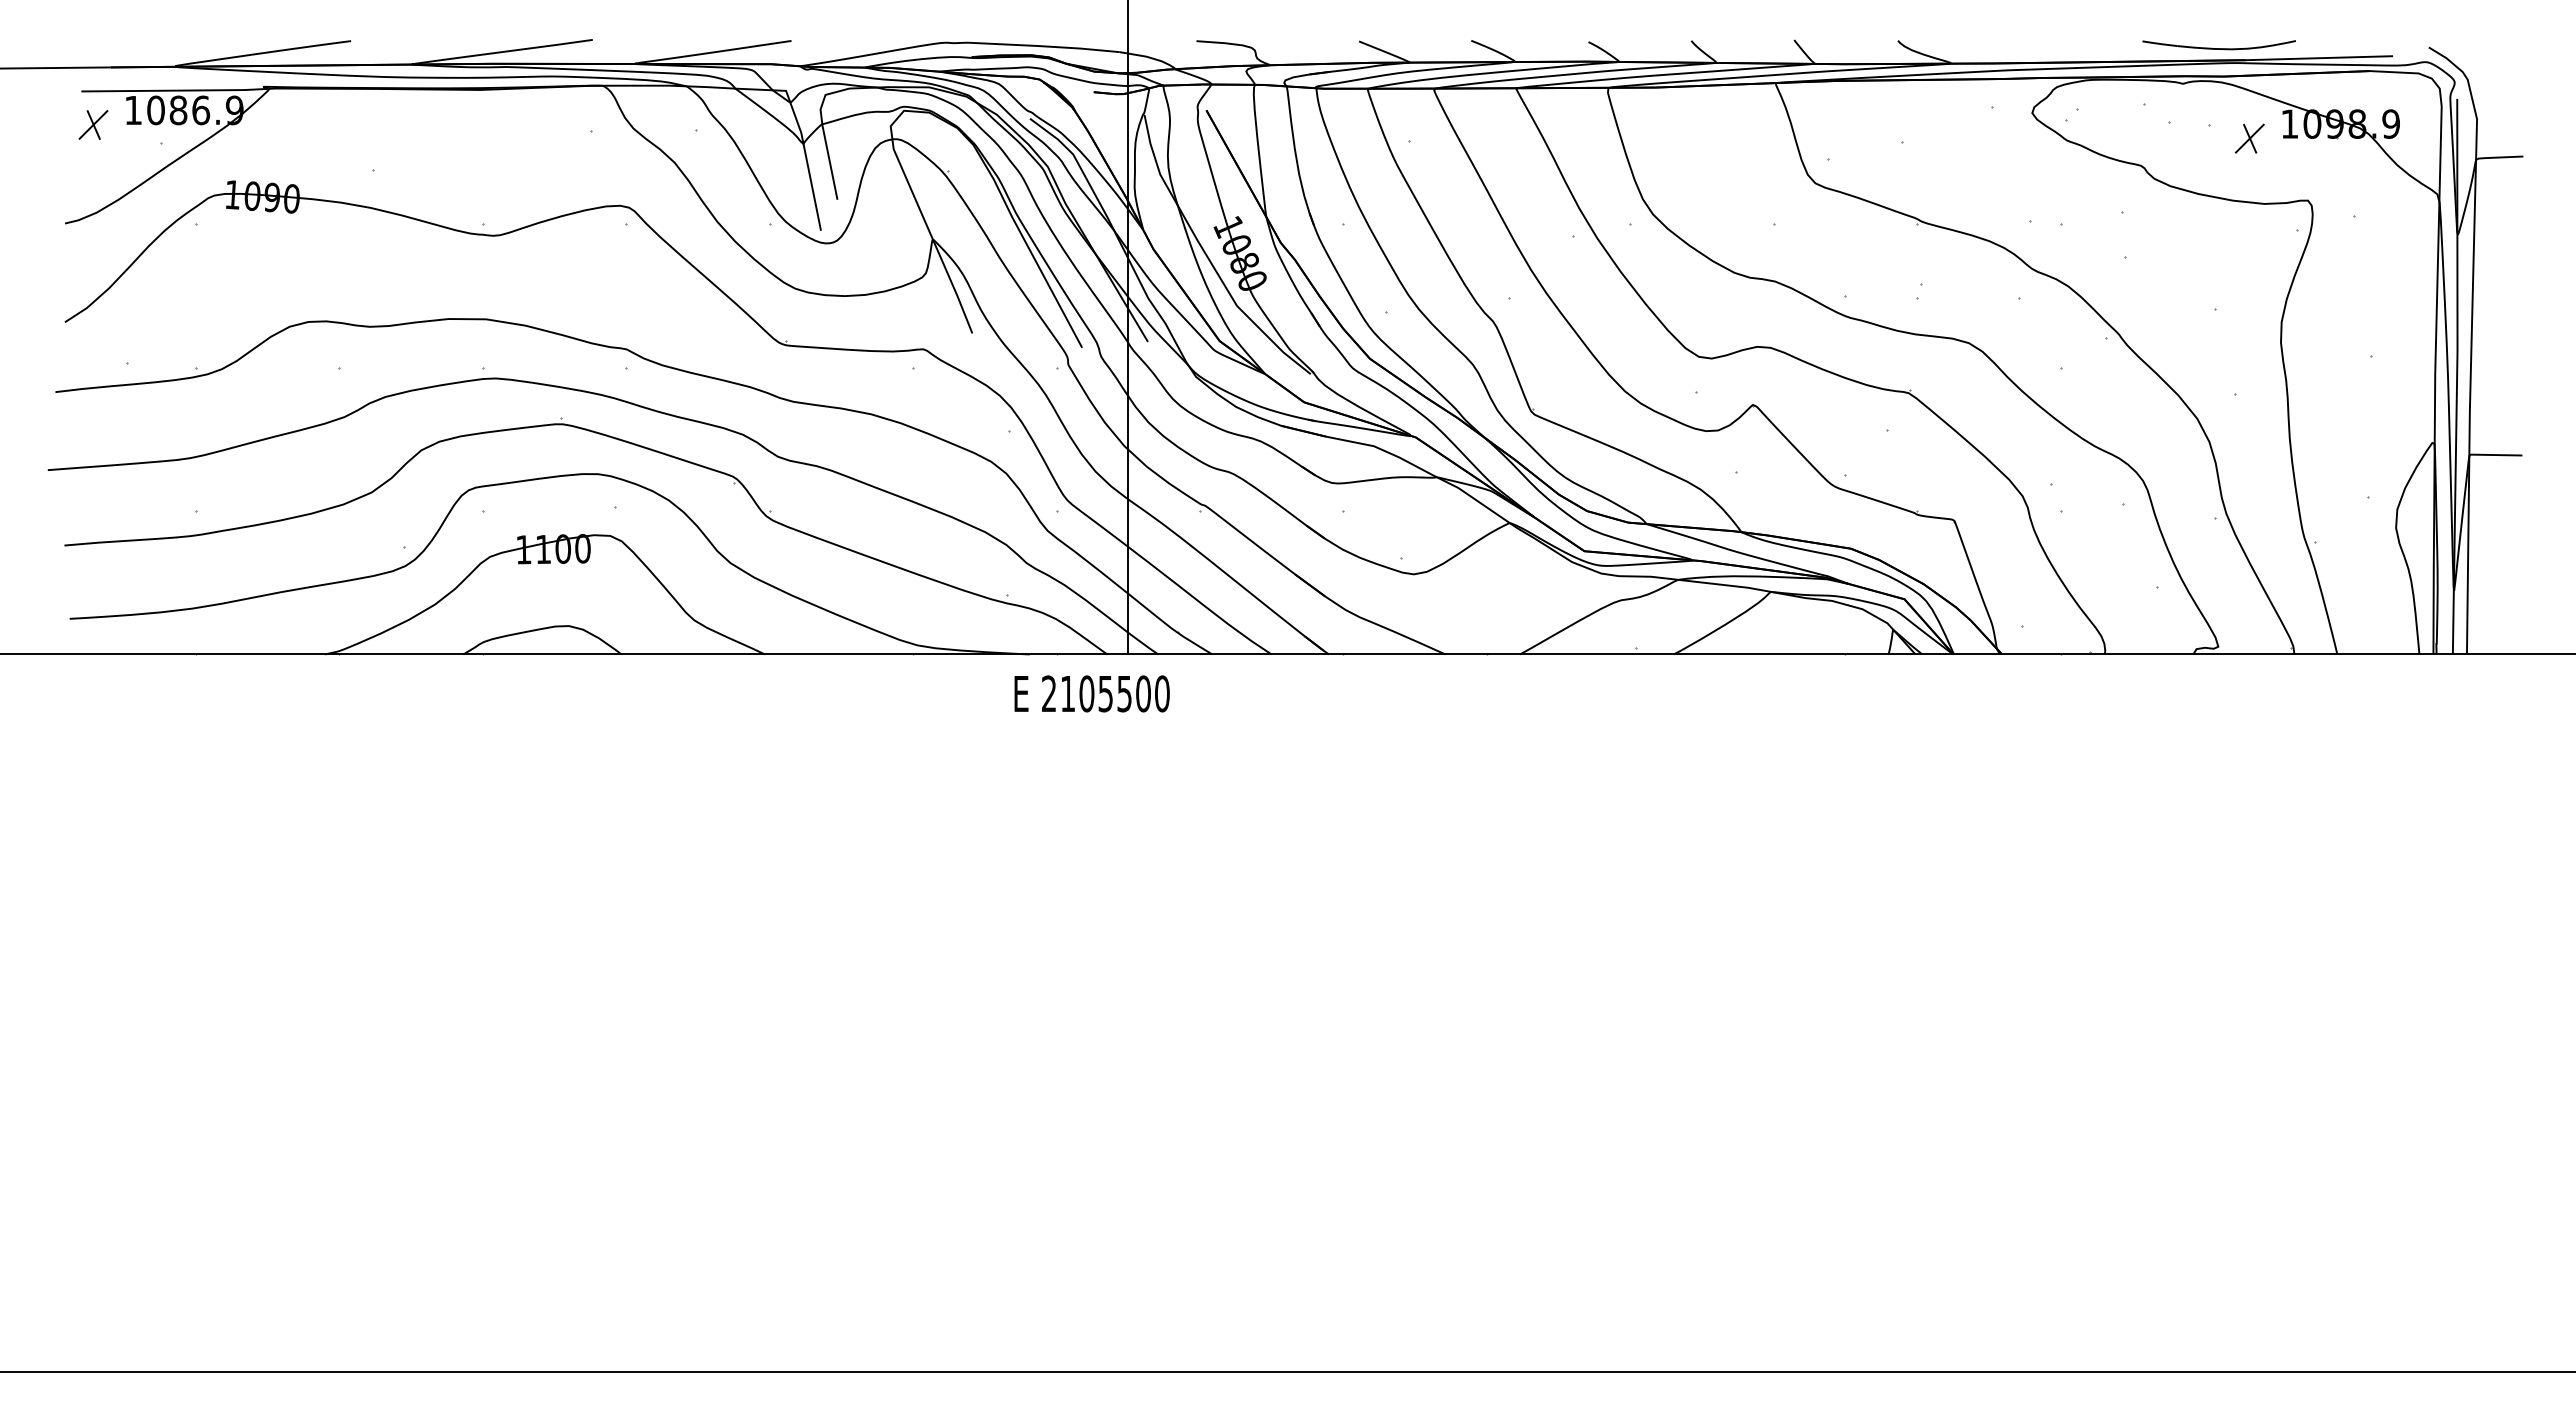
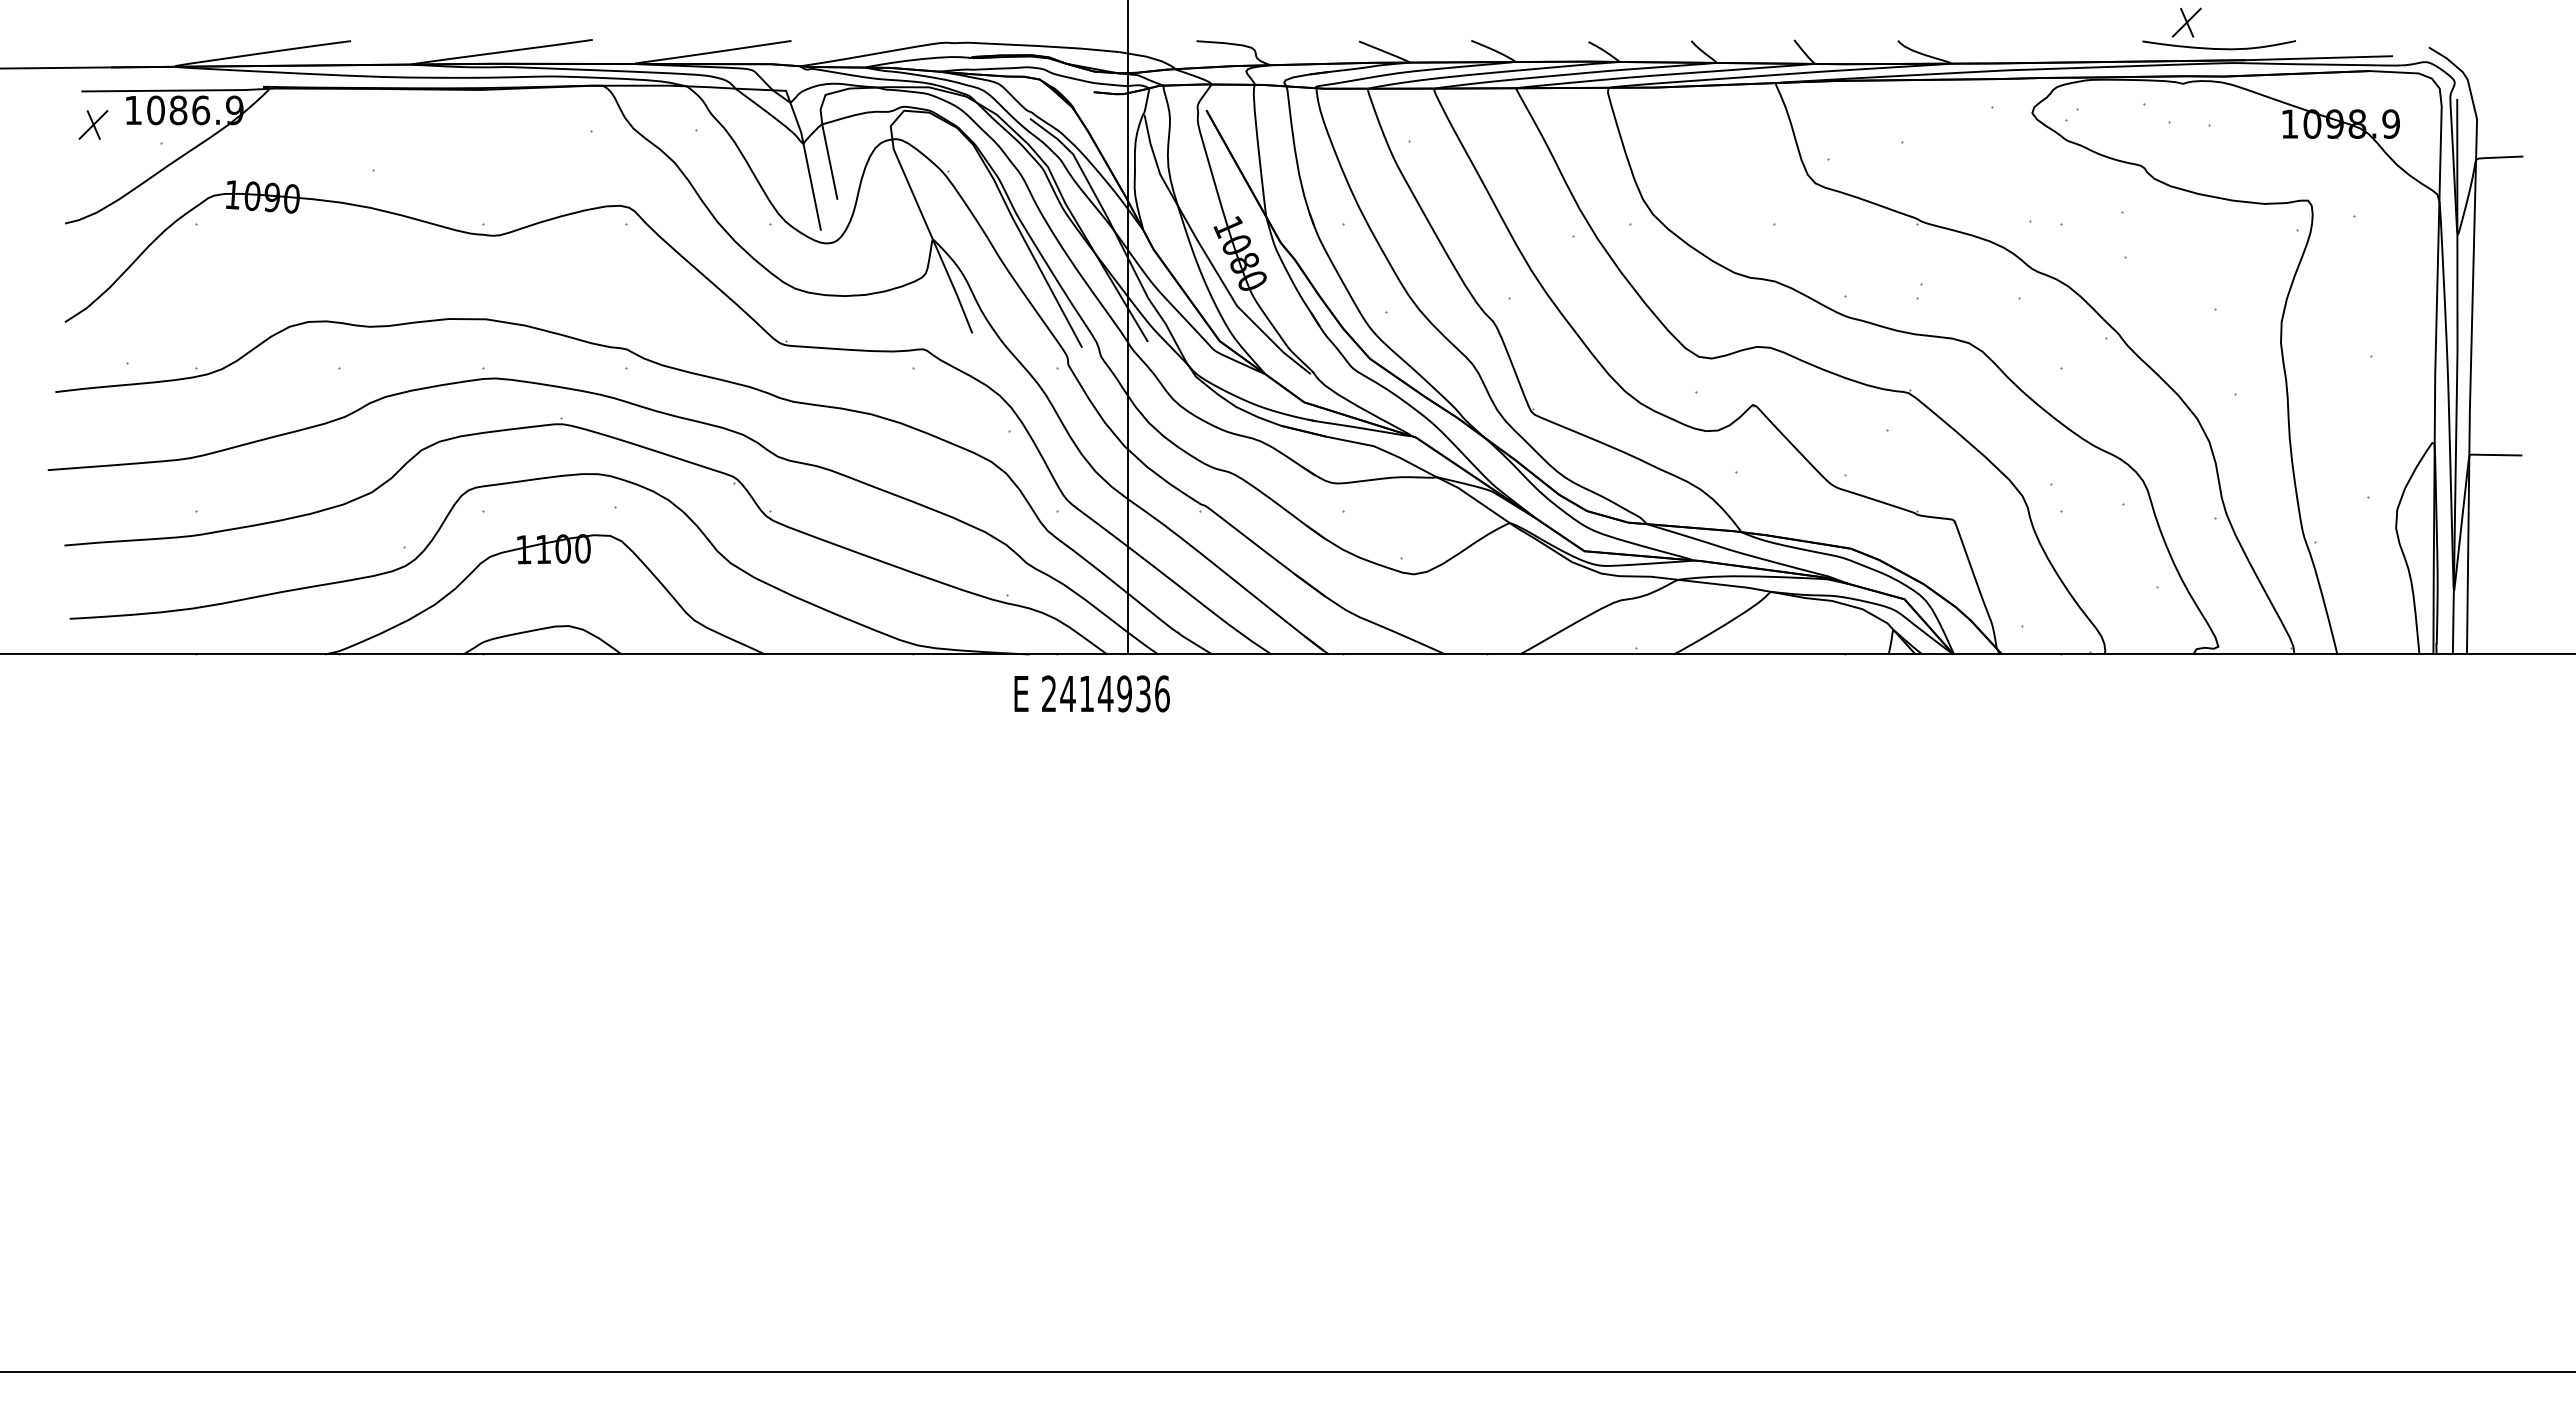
part at (2249, 138) position: (2249, 138) -> (2186, 22)
text at (1114, 693): 2105500 -> 2414936
